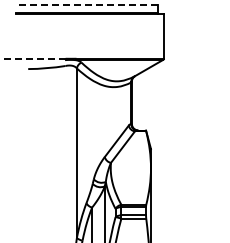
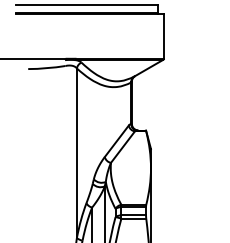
line at (87, 4): dashed -> solid
line at (32, 58): dashed -> solid
